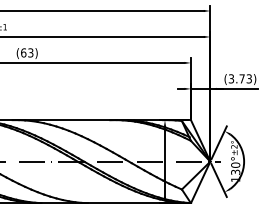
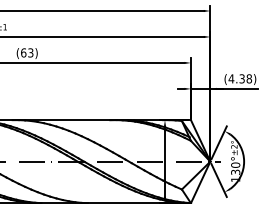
text at (239, 78): (3.73) -> (4.38)
